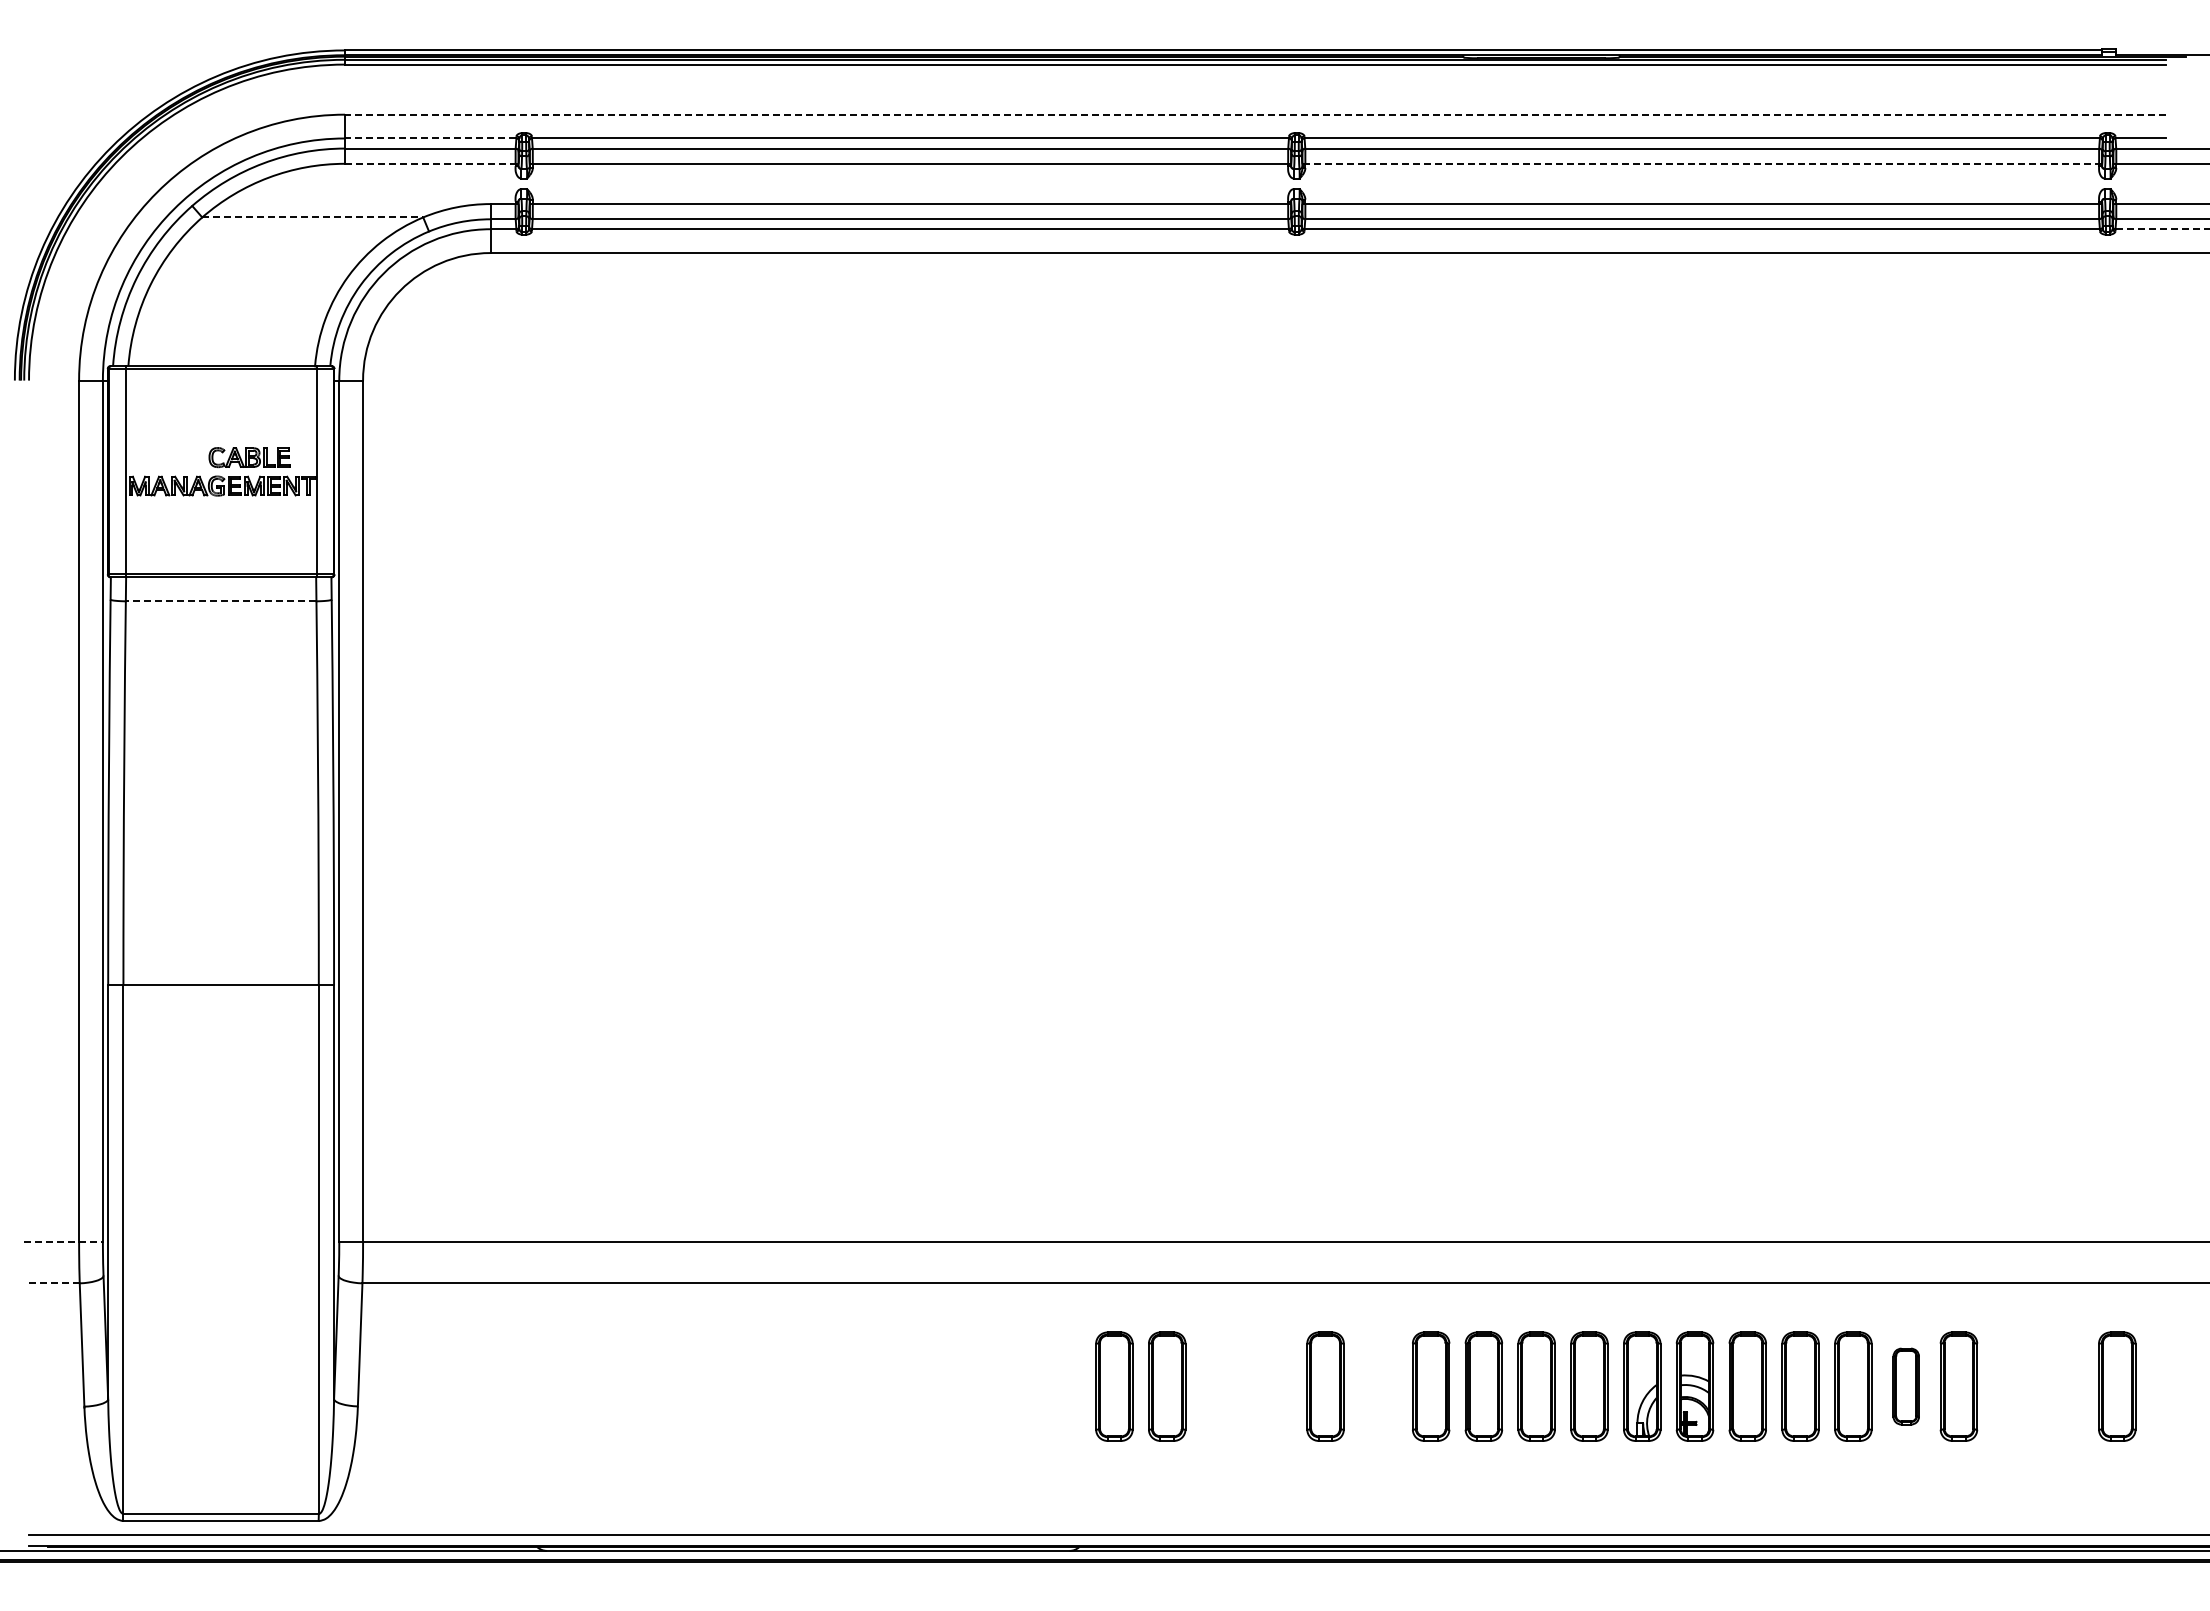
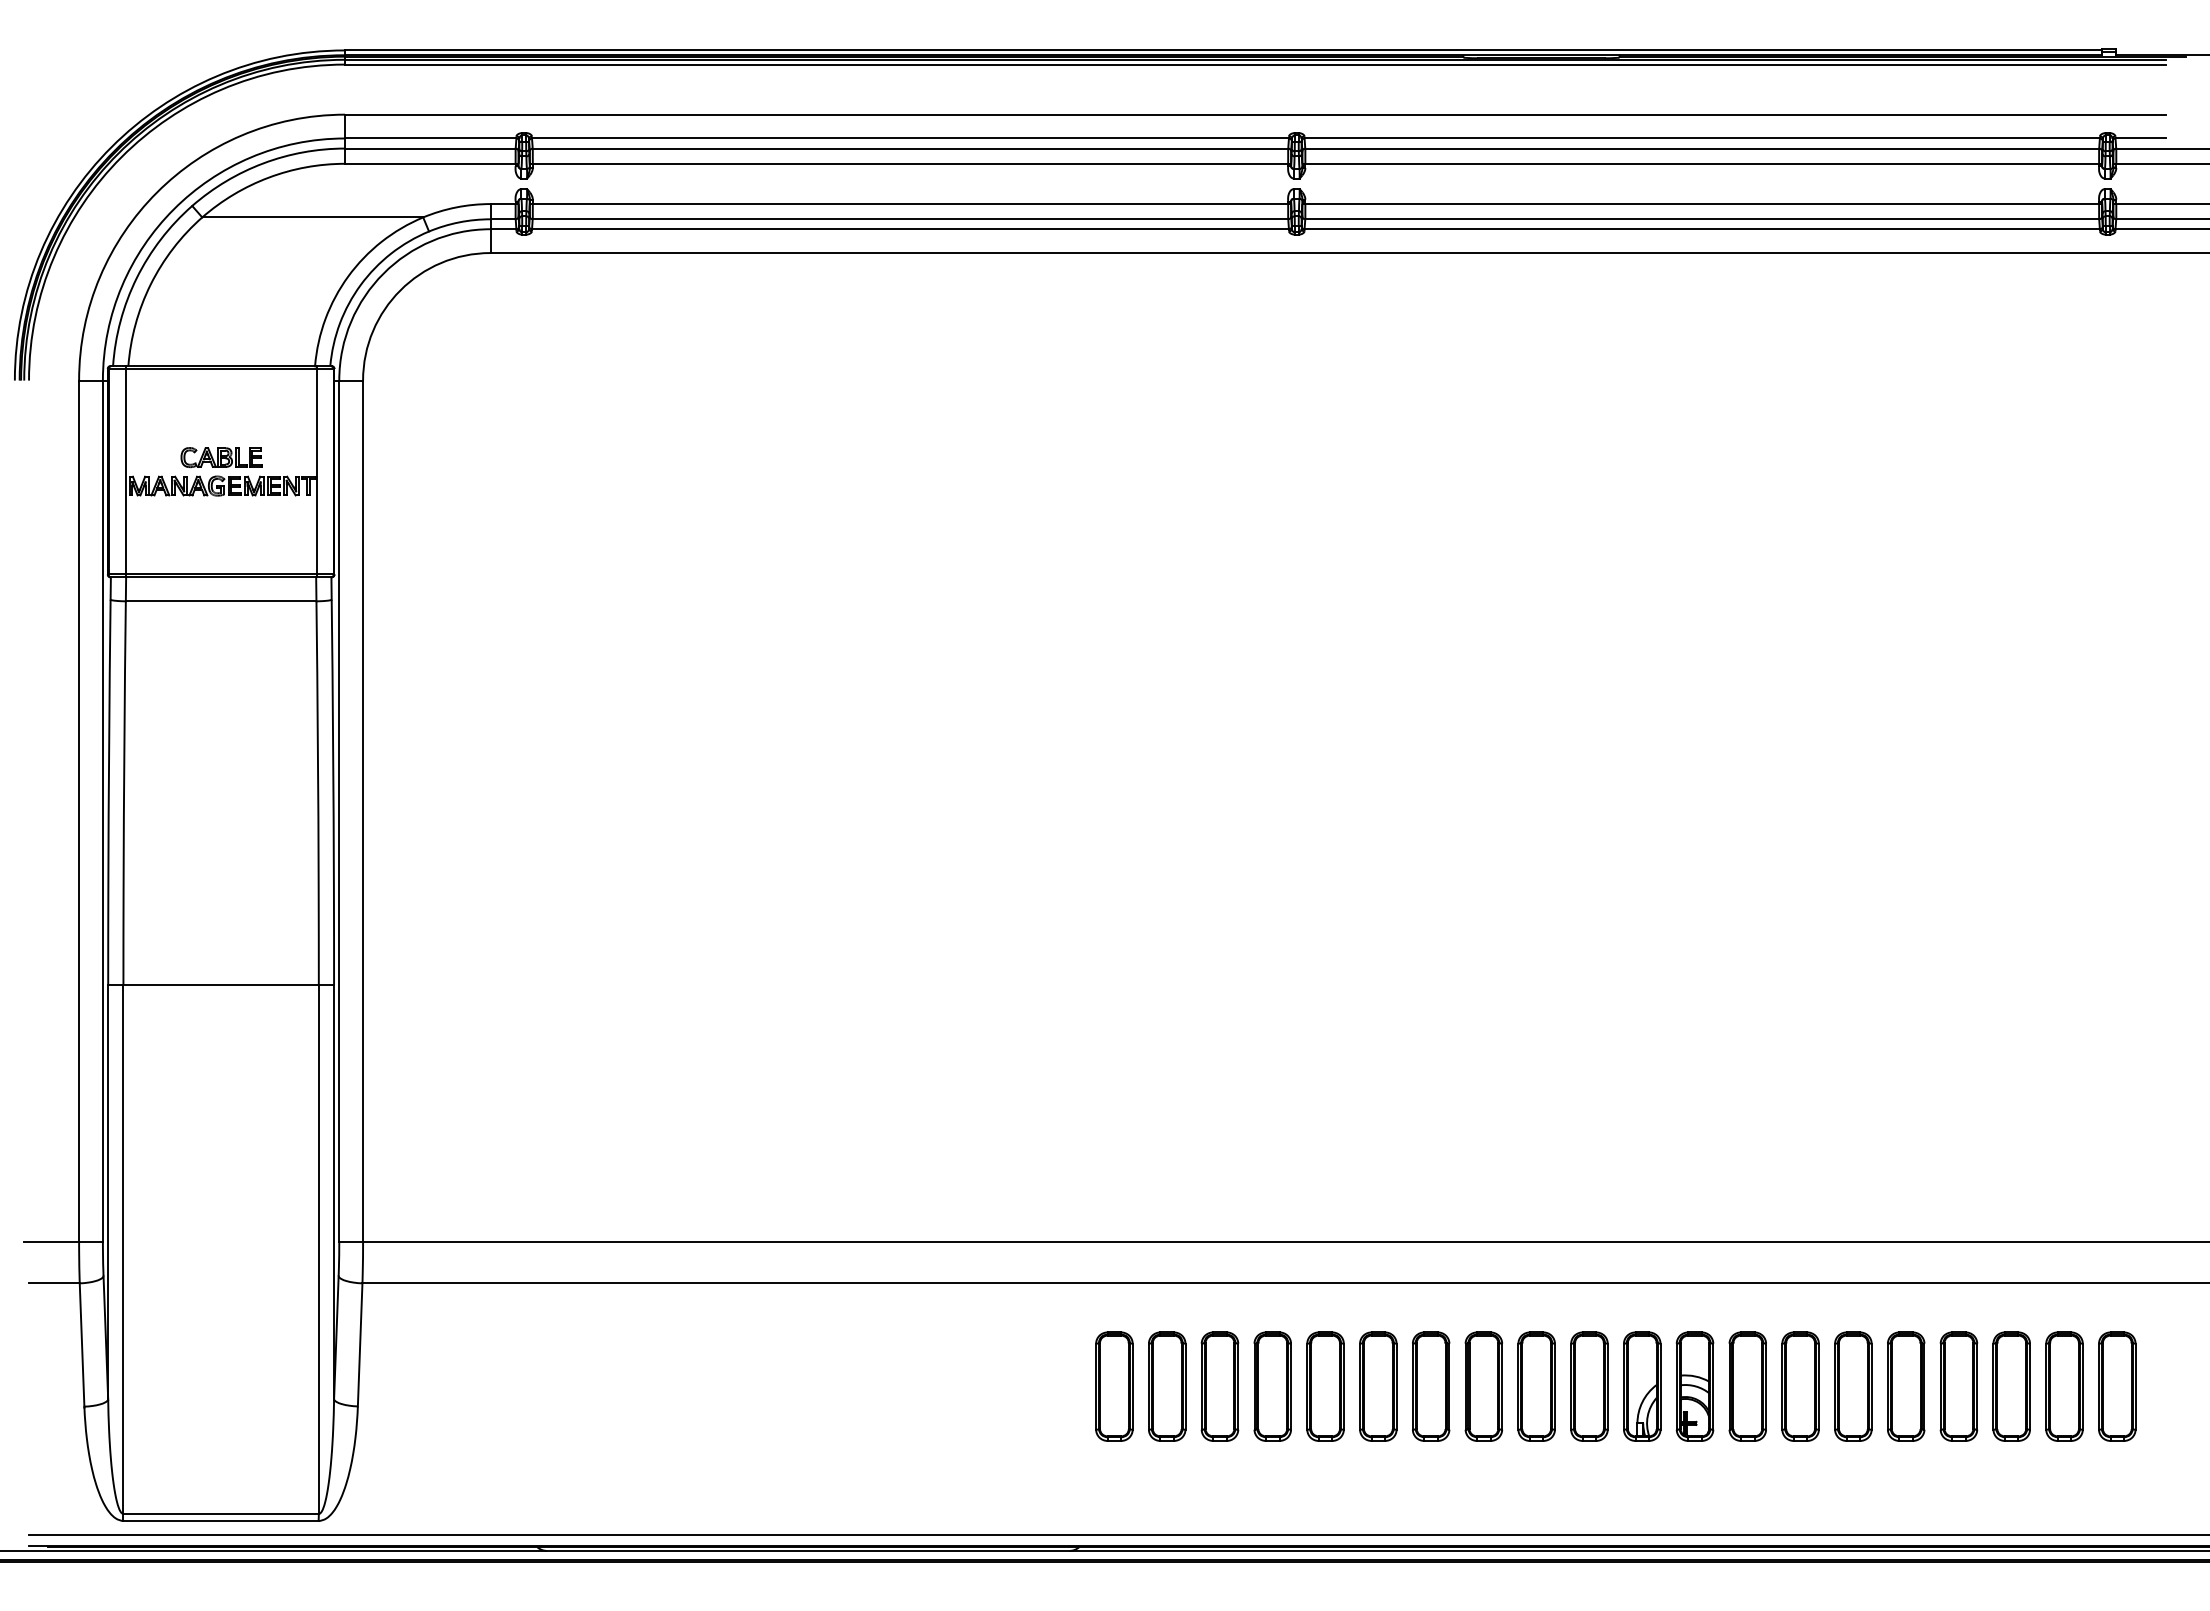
line at (1254, 114): dashed -> solid
line at (430, 138): dashed -> solid
line at (431, 163): dashed -> solid
line at (1702, 163): dashed -> solid
line at (313, 217): dashed -> solid
line at (2162, 229): dashed -> solid
part at (249, 457) position: (249, 457) -> (221, 457)
line at (220, 601): dashed -> solid
line at (64, 1241): dashed -> solid
line at (54, 1283): dashed -> solid
part at (1219, 1386): none -> present
part at (1272, 1386): none -> present
part at (1378, 1386): none -> present
part at (1905, 1386) size: 28x79 px -> 39x111 px
part at (2011, 1386): none -> present
part at (2064, 1386): none -> present
